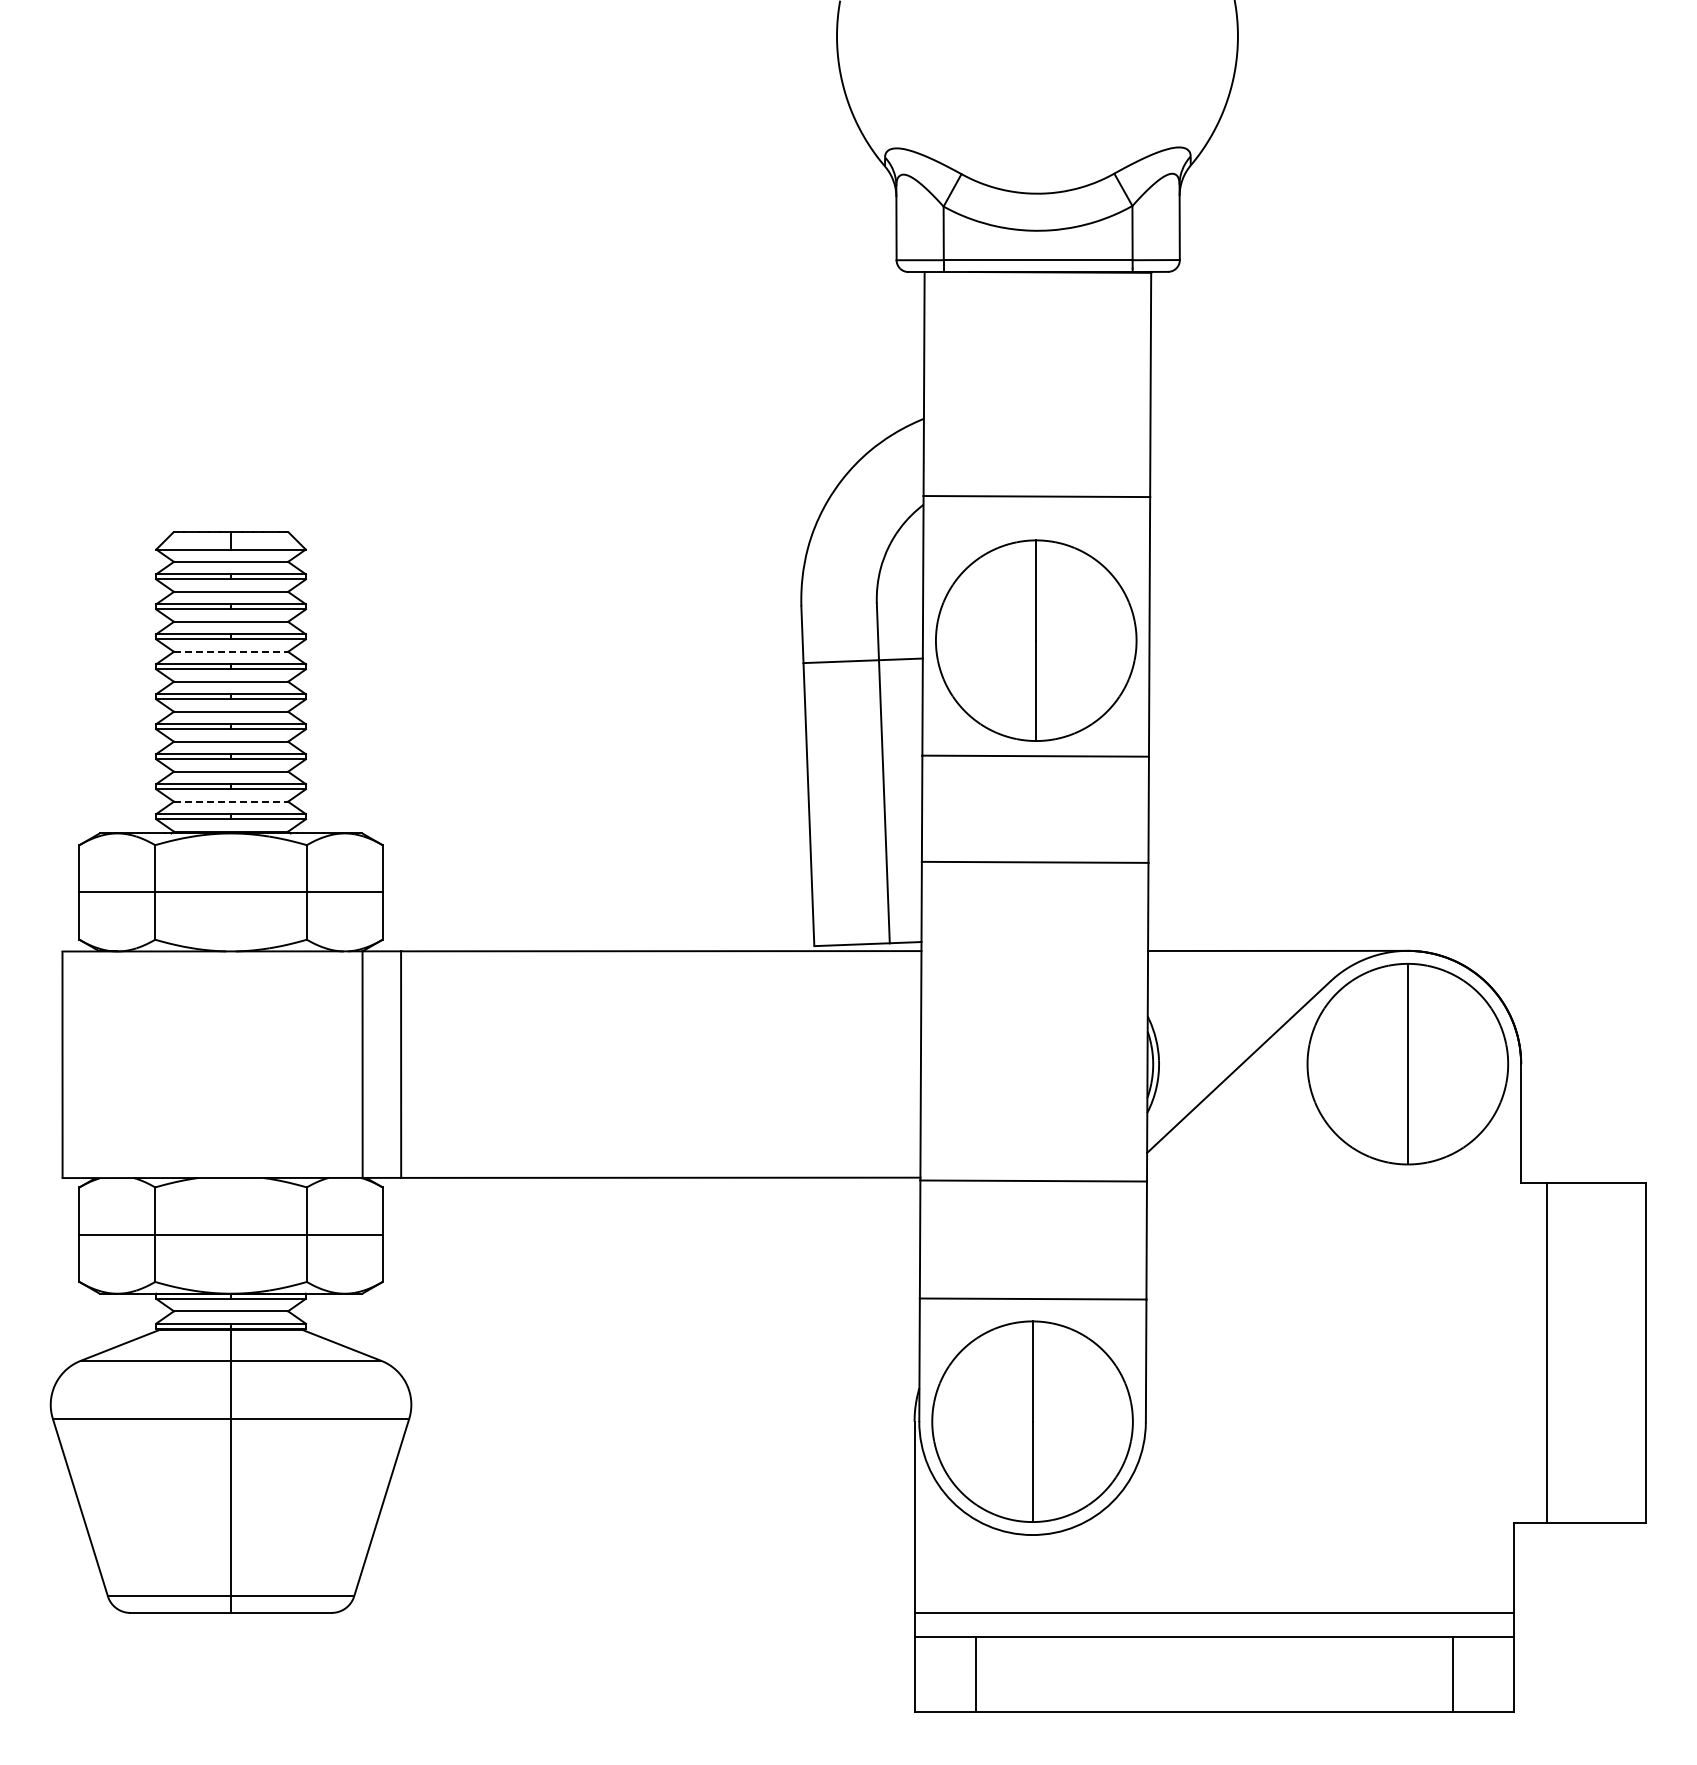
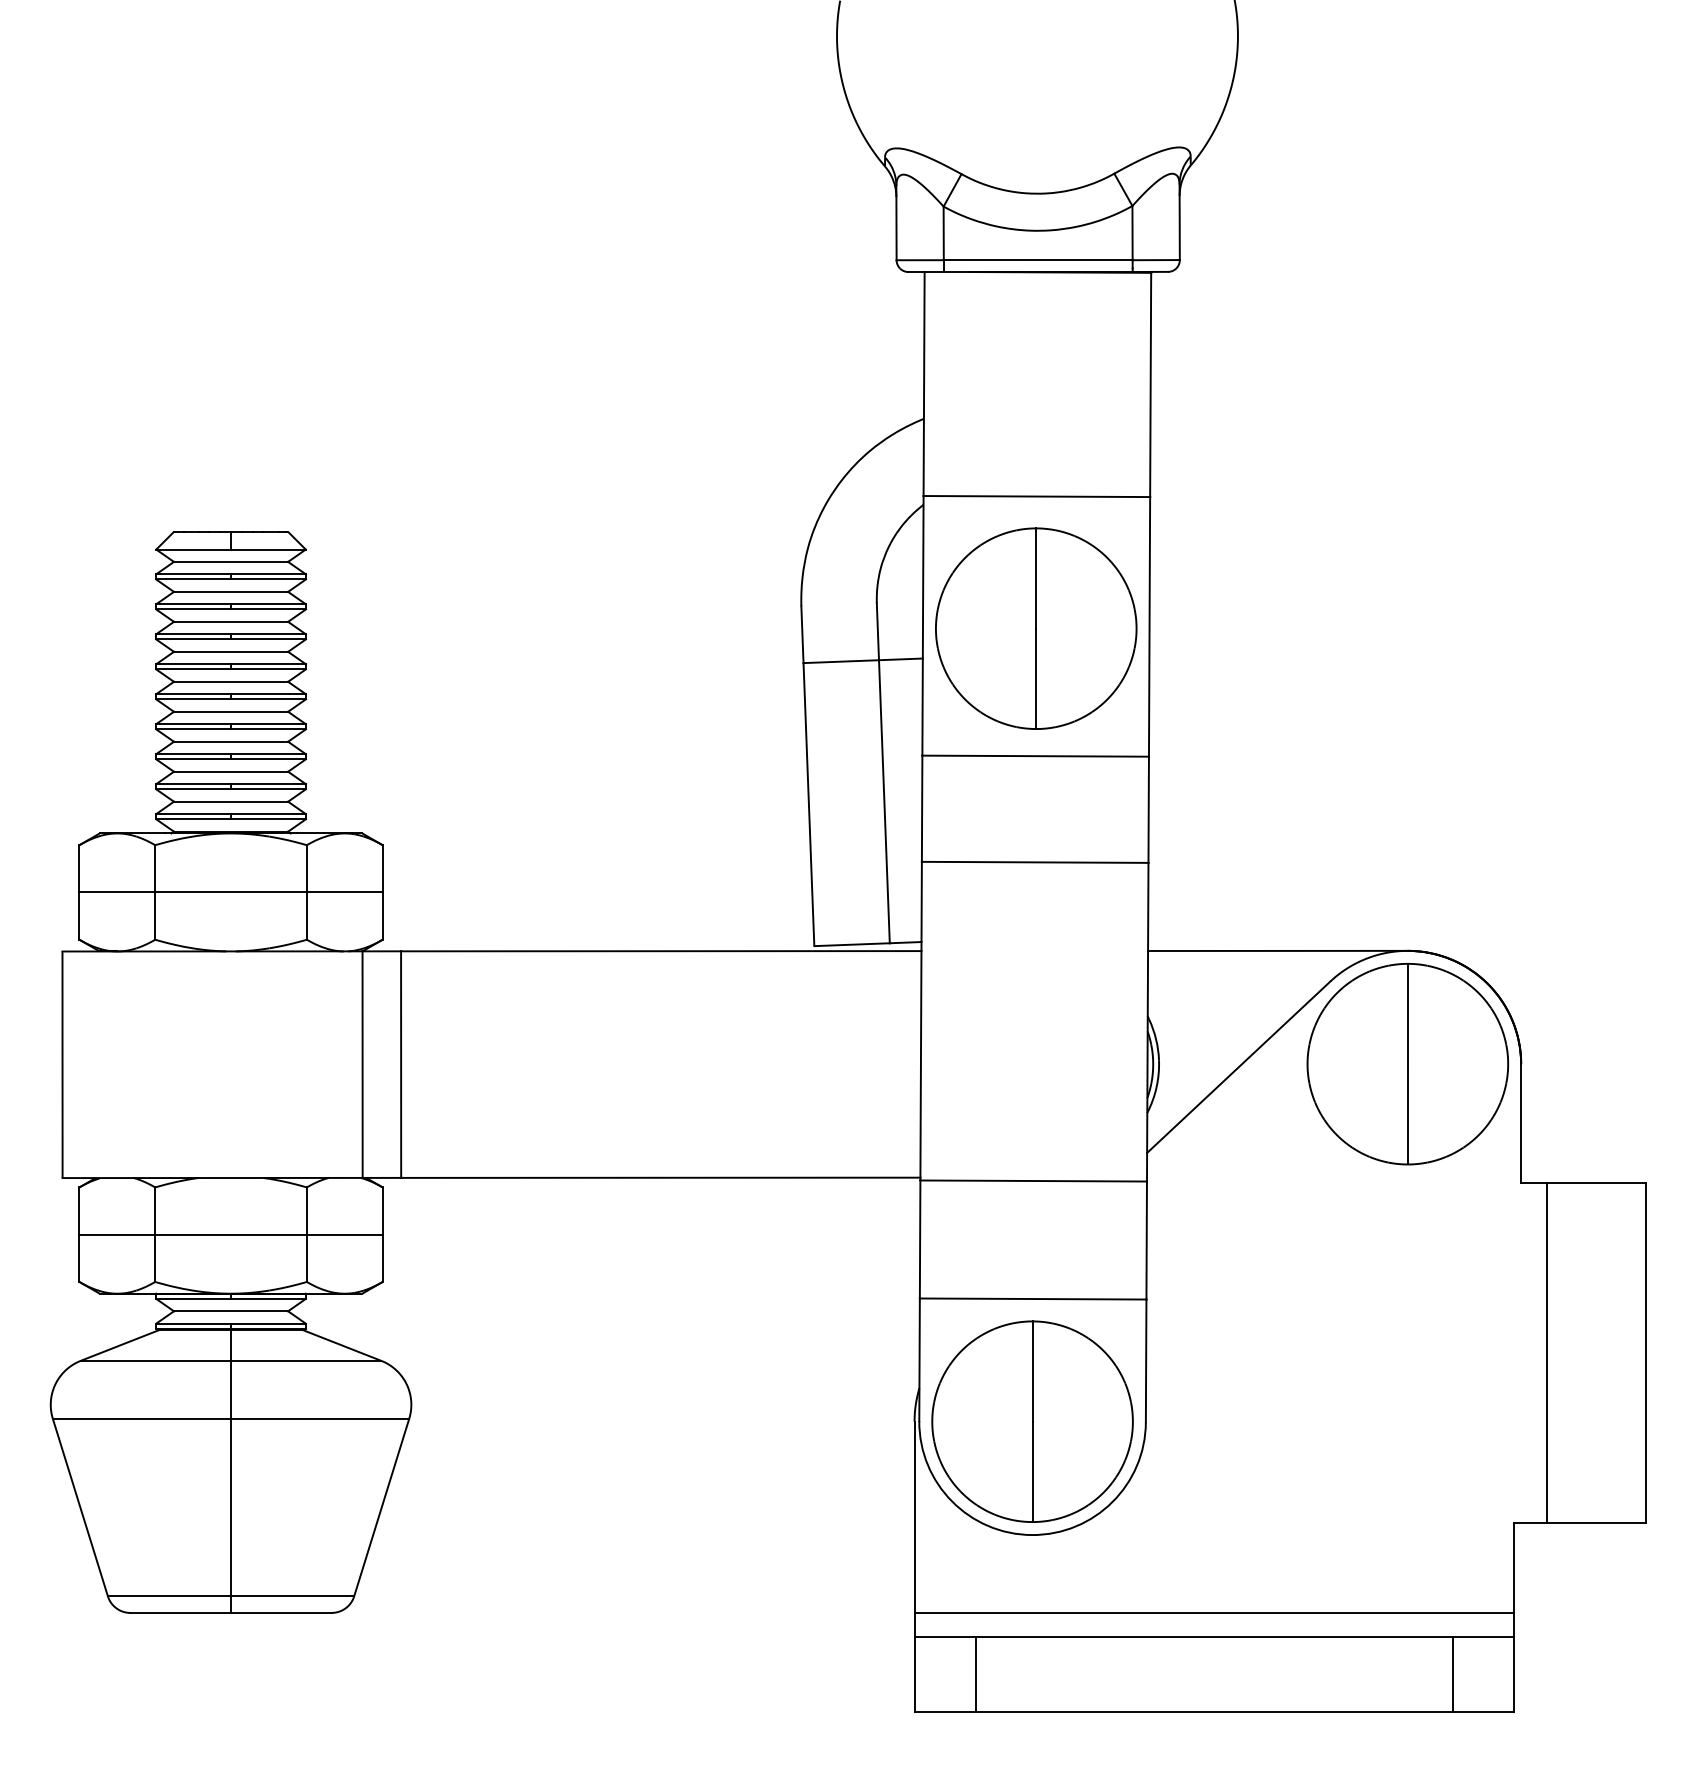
part at (1036, 640) position: (1036, 640) -> (1036, 628)
line at (231, 651): dashed -> solid
line at (231, 801): dashed -> solid
